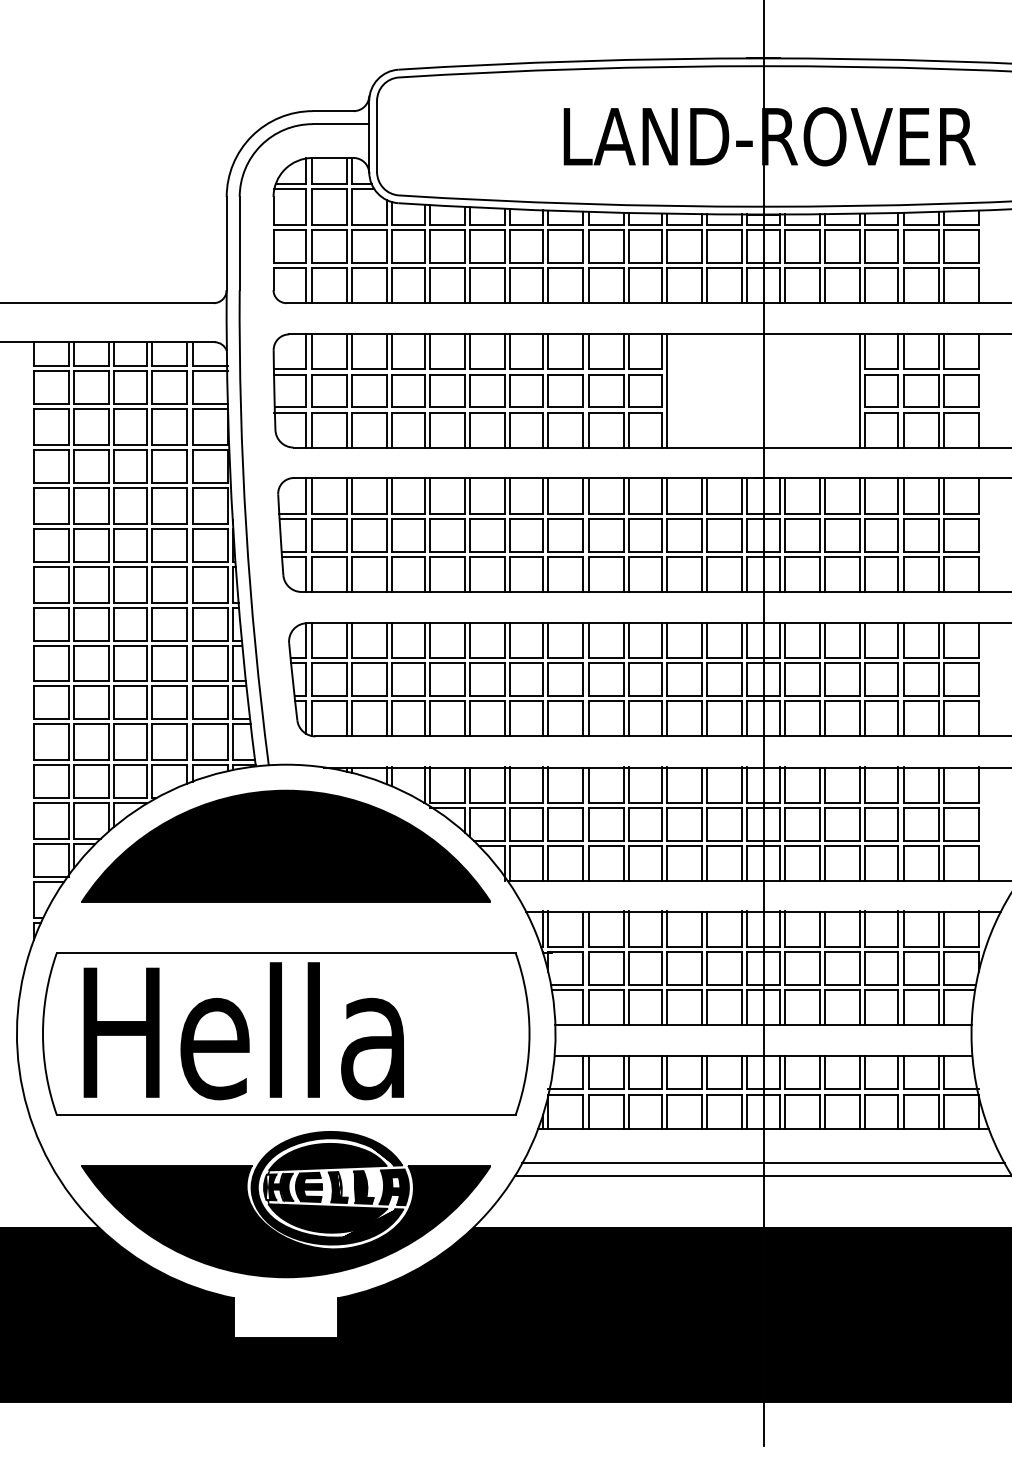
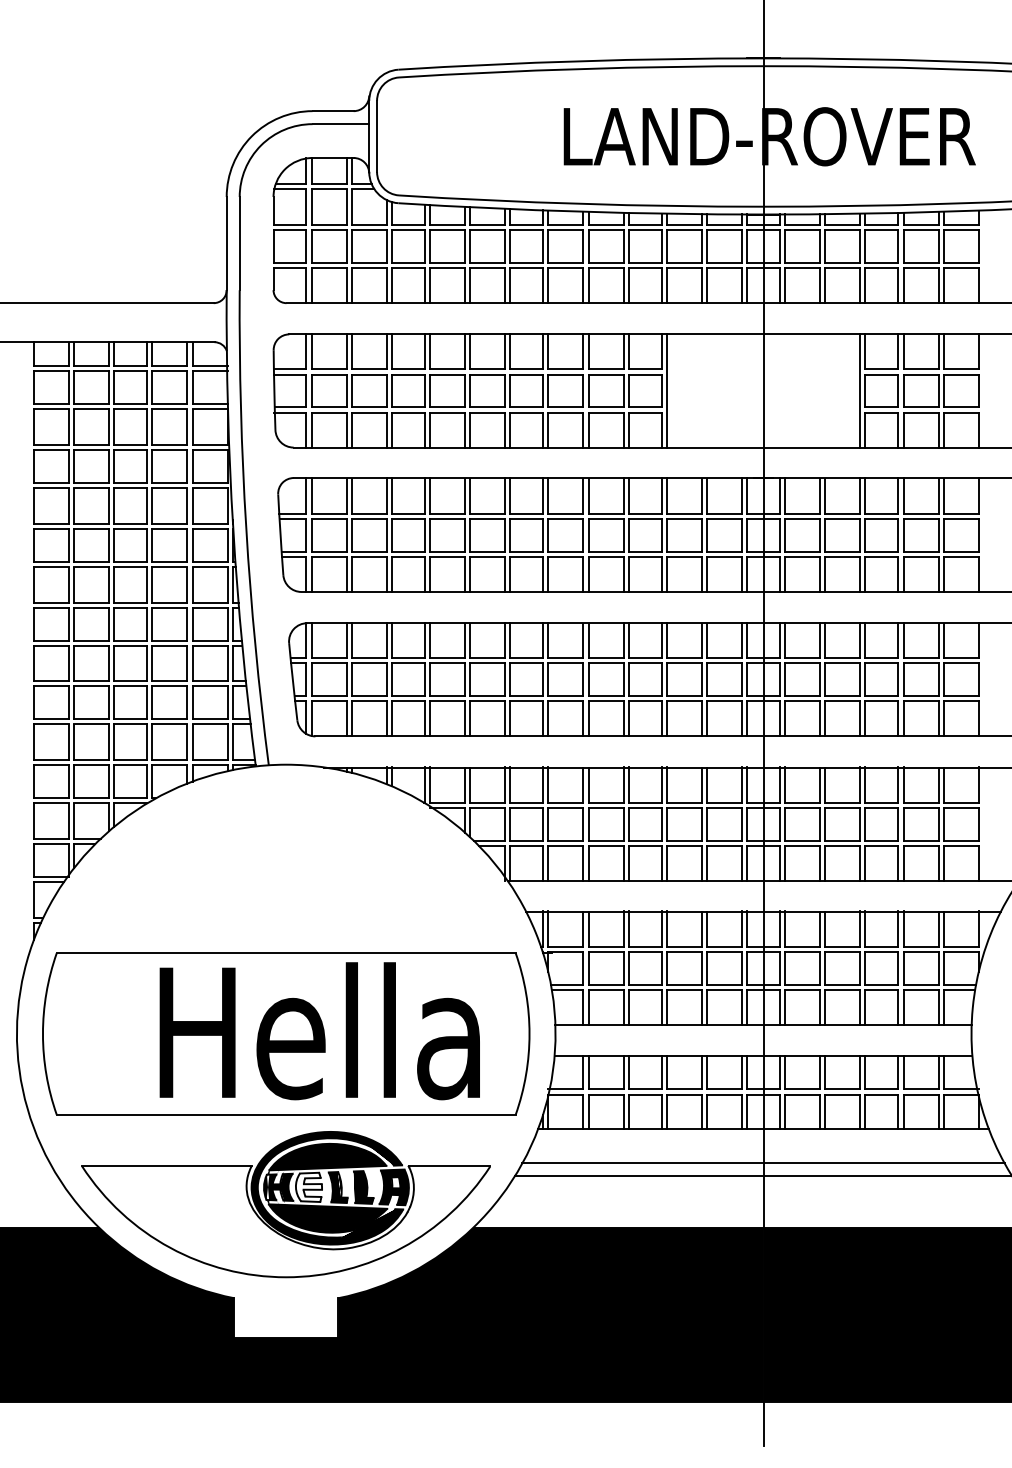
part at (285, 845): present -> none
text at (243, 1031) position: (243, 1031) -> (319, 1031)
fill at (308, 1187): present -> none
fill at (286, 1221): present -> none
